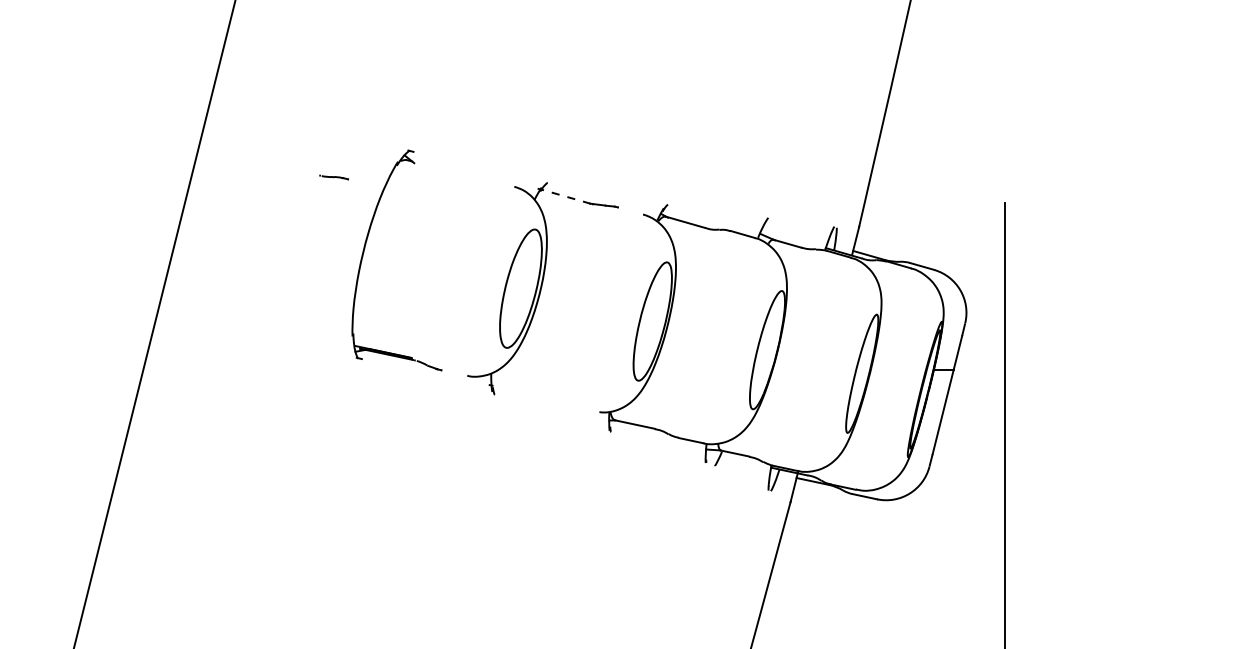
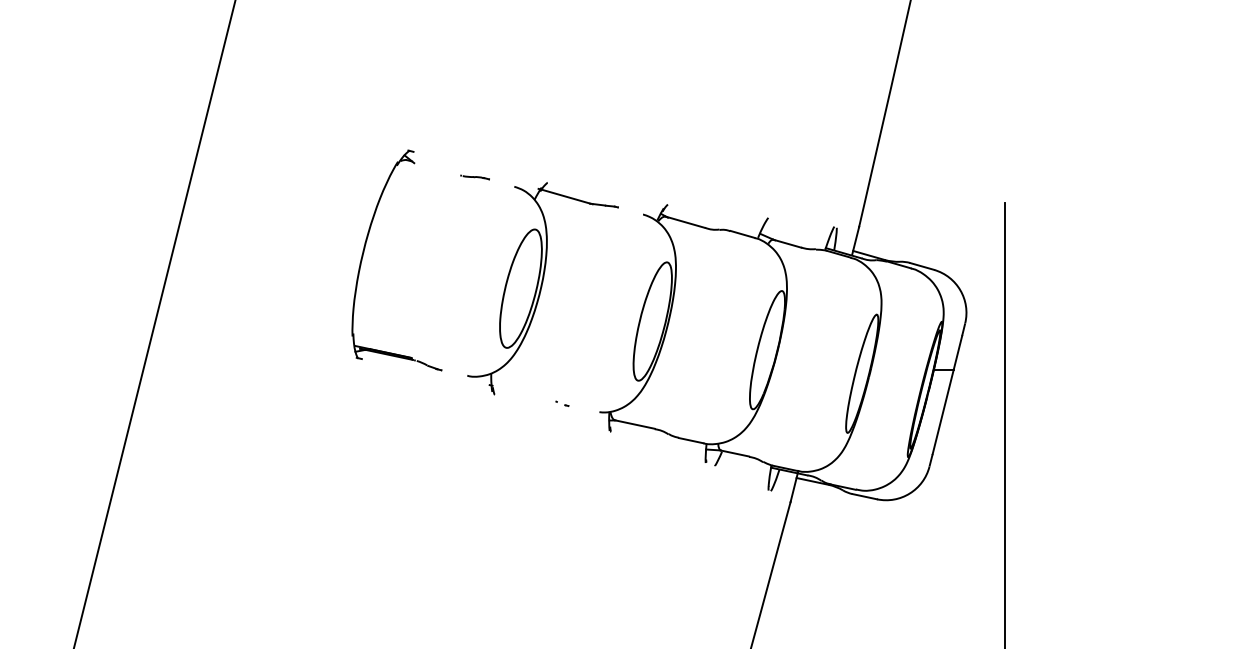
line at (333, 177) position: (333, 177) -> (474, 177)
line at (566, 196): dashed -> solid
part at (562, 403): none -> present
